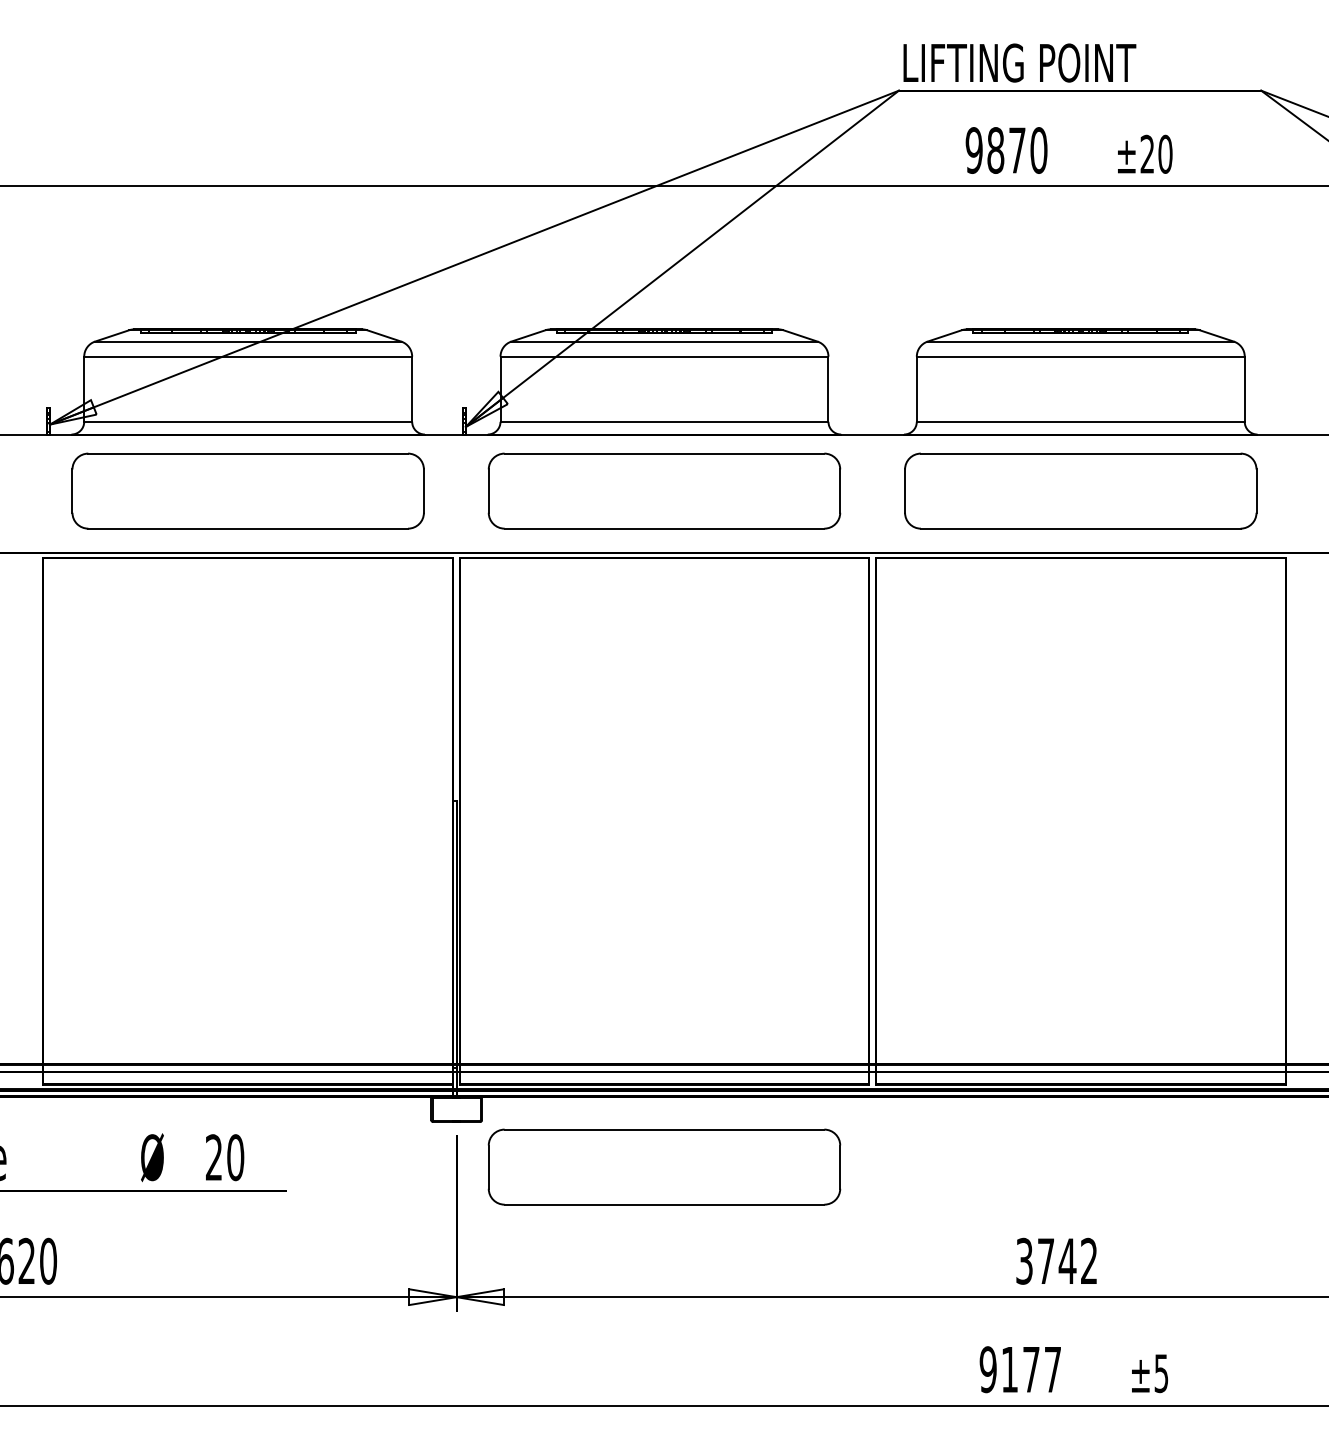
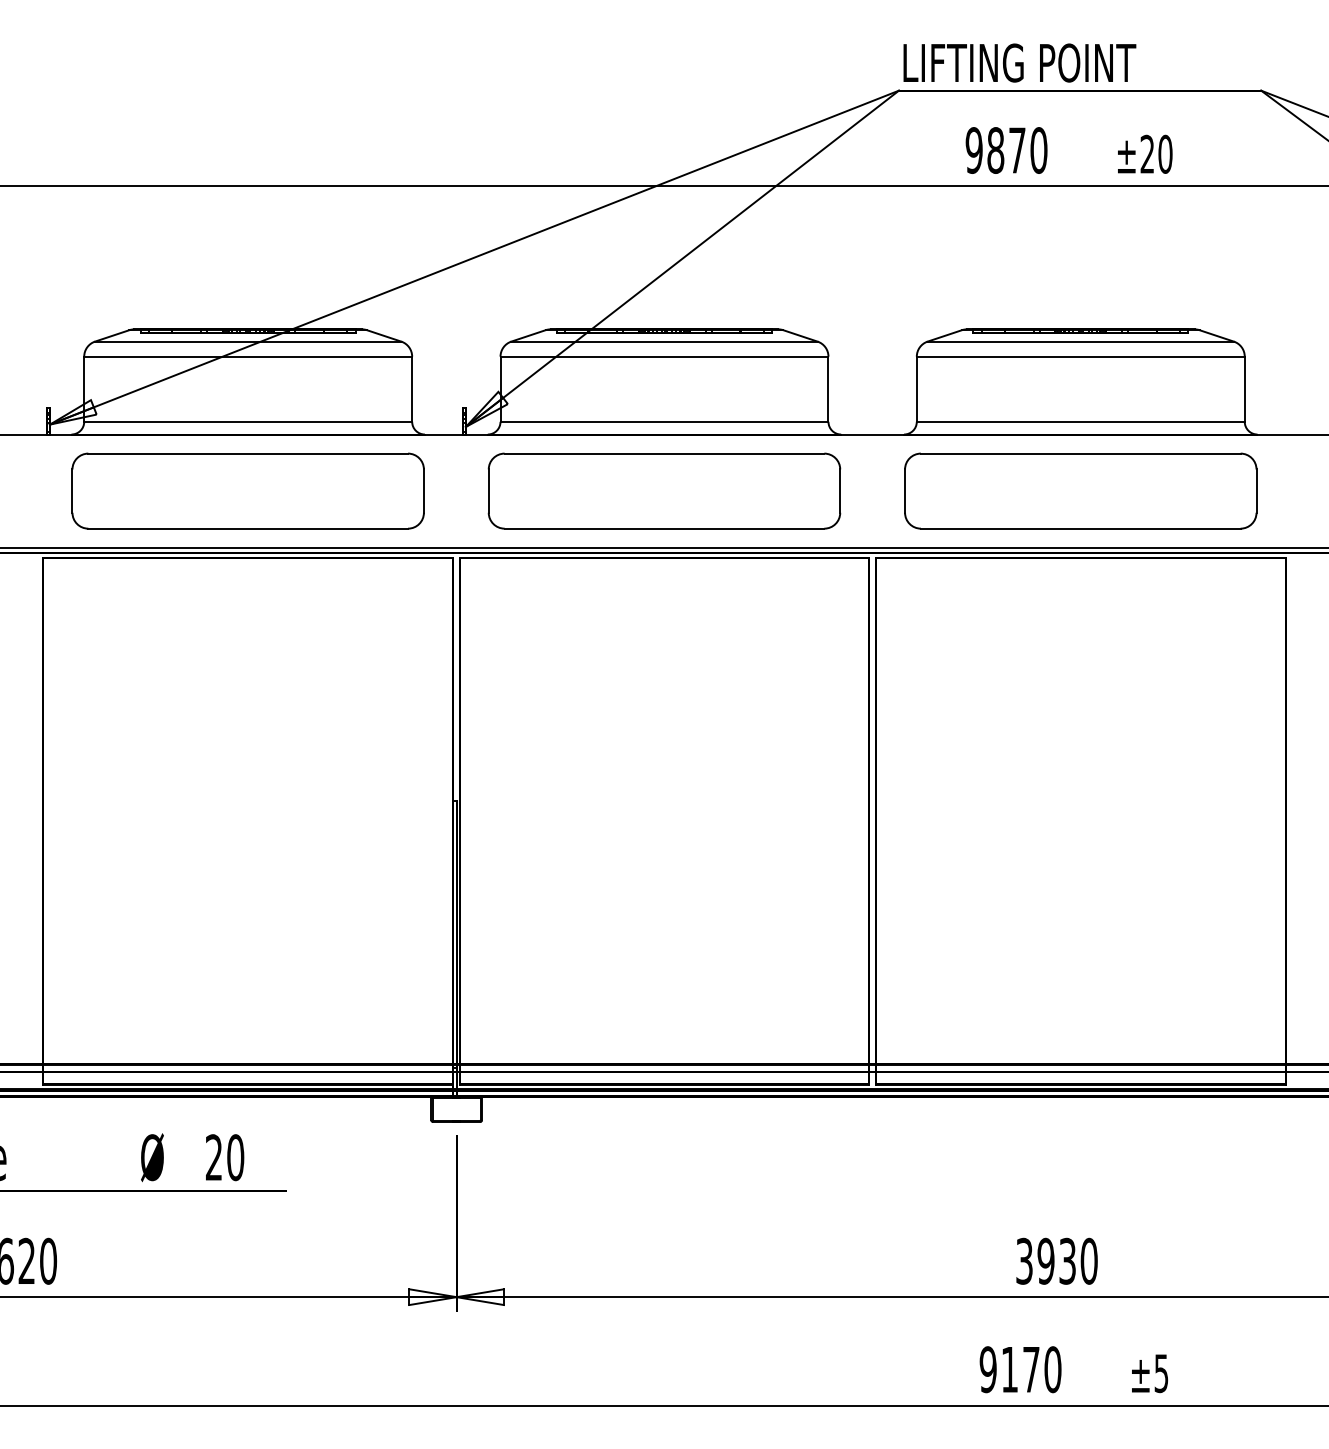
line at (663, 547): none -> present
part at (664, 1166): present -> none
text at (1067, 1260): 3742 -> 3930
text at (1052, 1369): 9177 -> 9170
